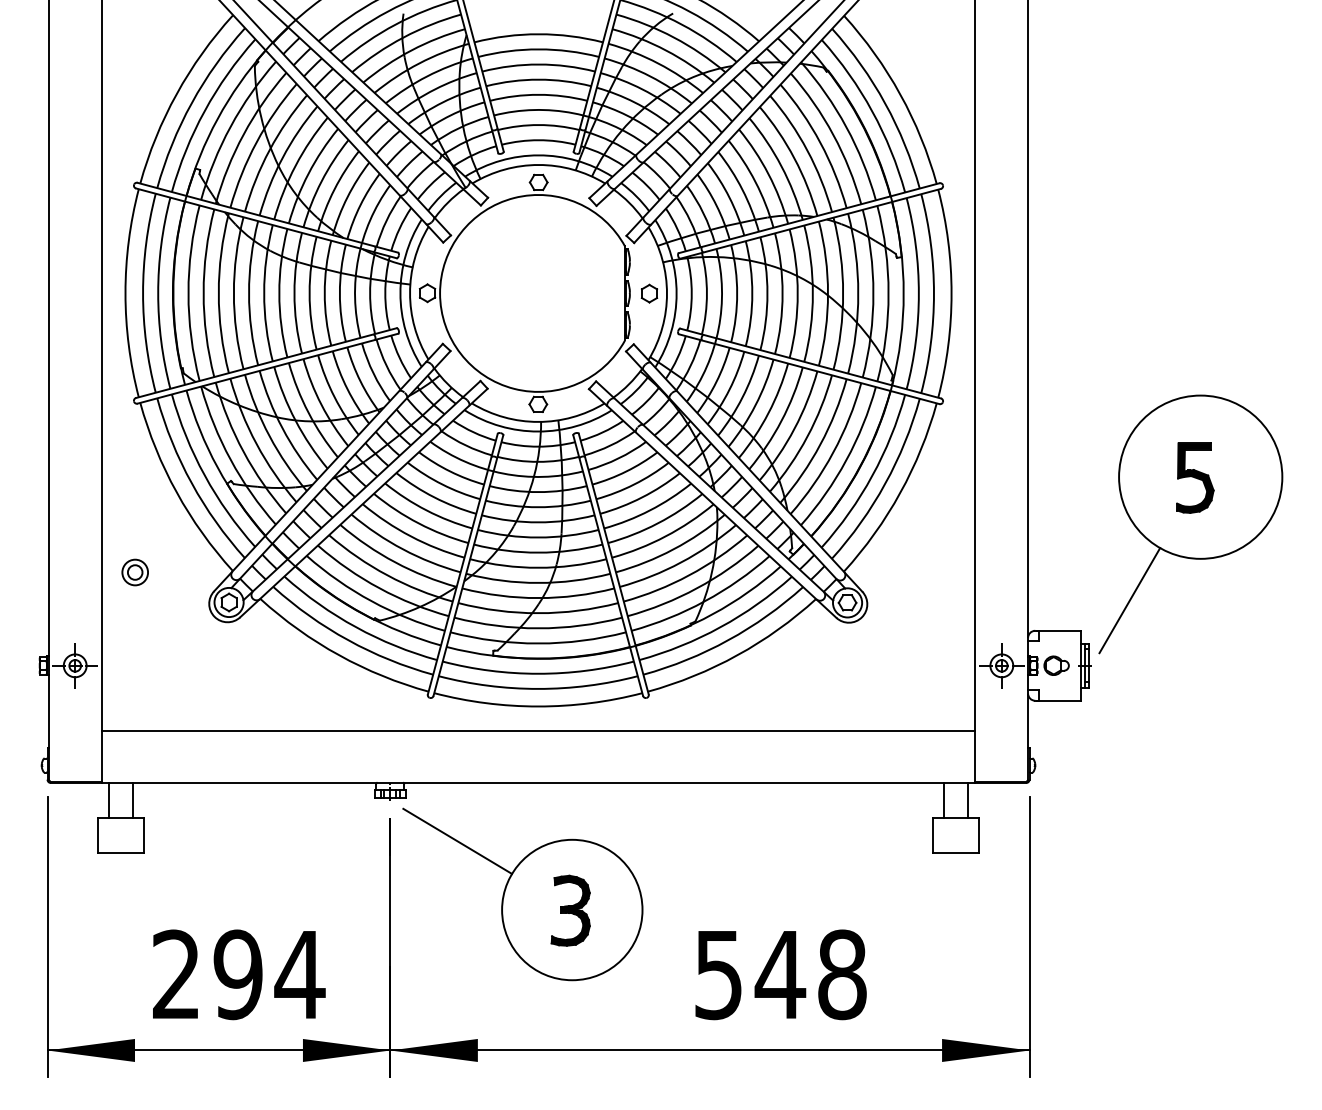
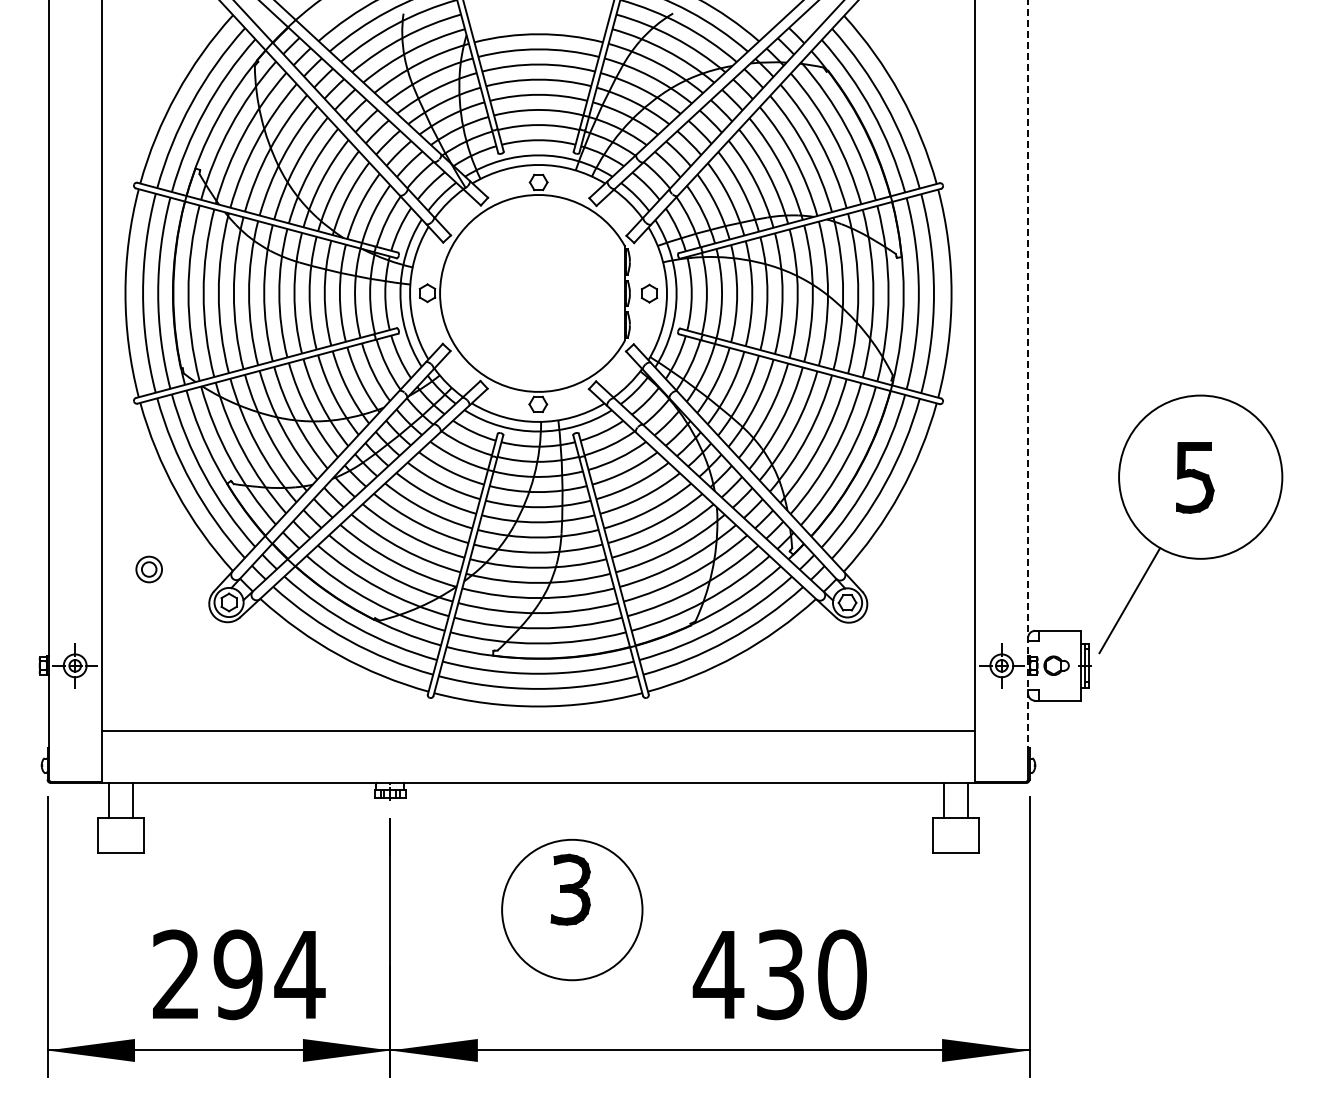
line at (1028, 374): solid -> dashed
part at (134, 572) position: (134, 572) -> (148, 569)
line at (457, 840): present -> none
part at (570, 910) position: (570, 910) -> (570, 889)
text at (779, 974): 548 -> 430
